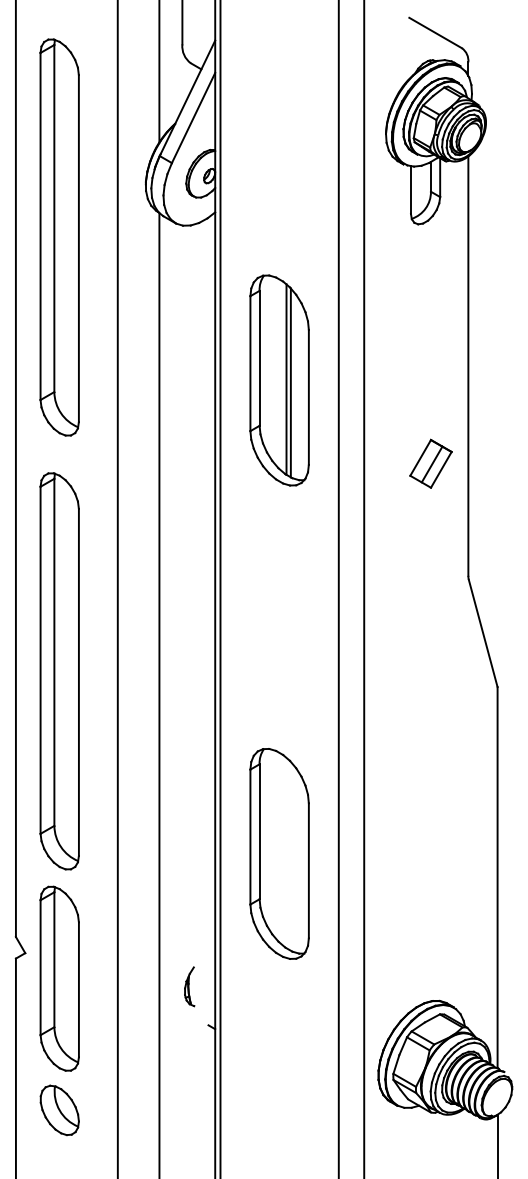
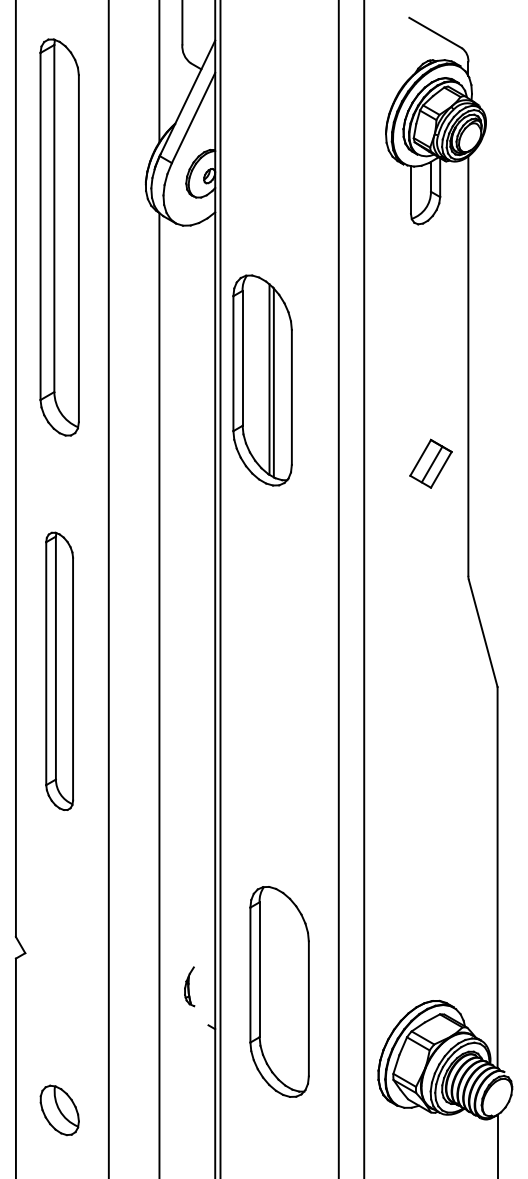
part at (279, 380) position: (279, 380) -> (262, 380)
line at (117, 588) position: (117, 588) -> (108, 588)
part at (59, 671) size: 41x399 px -> 30x280 px
part at (279, 853) position: (279, 853) -> (279, 991)
part at (59, 978): present -> none
